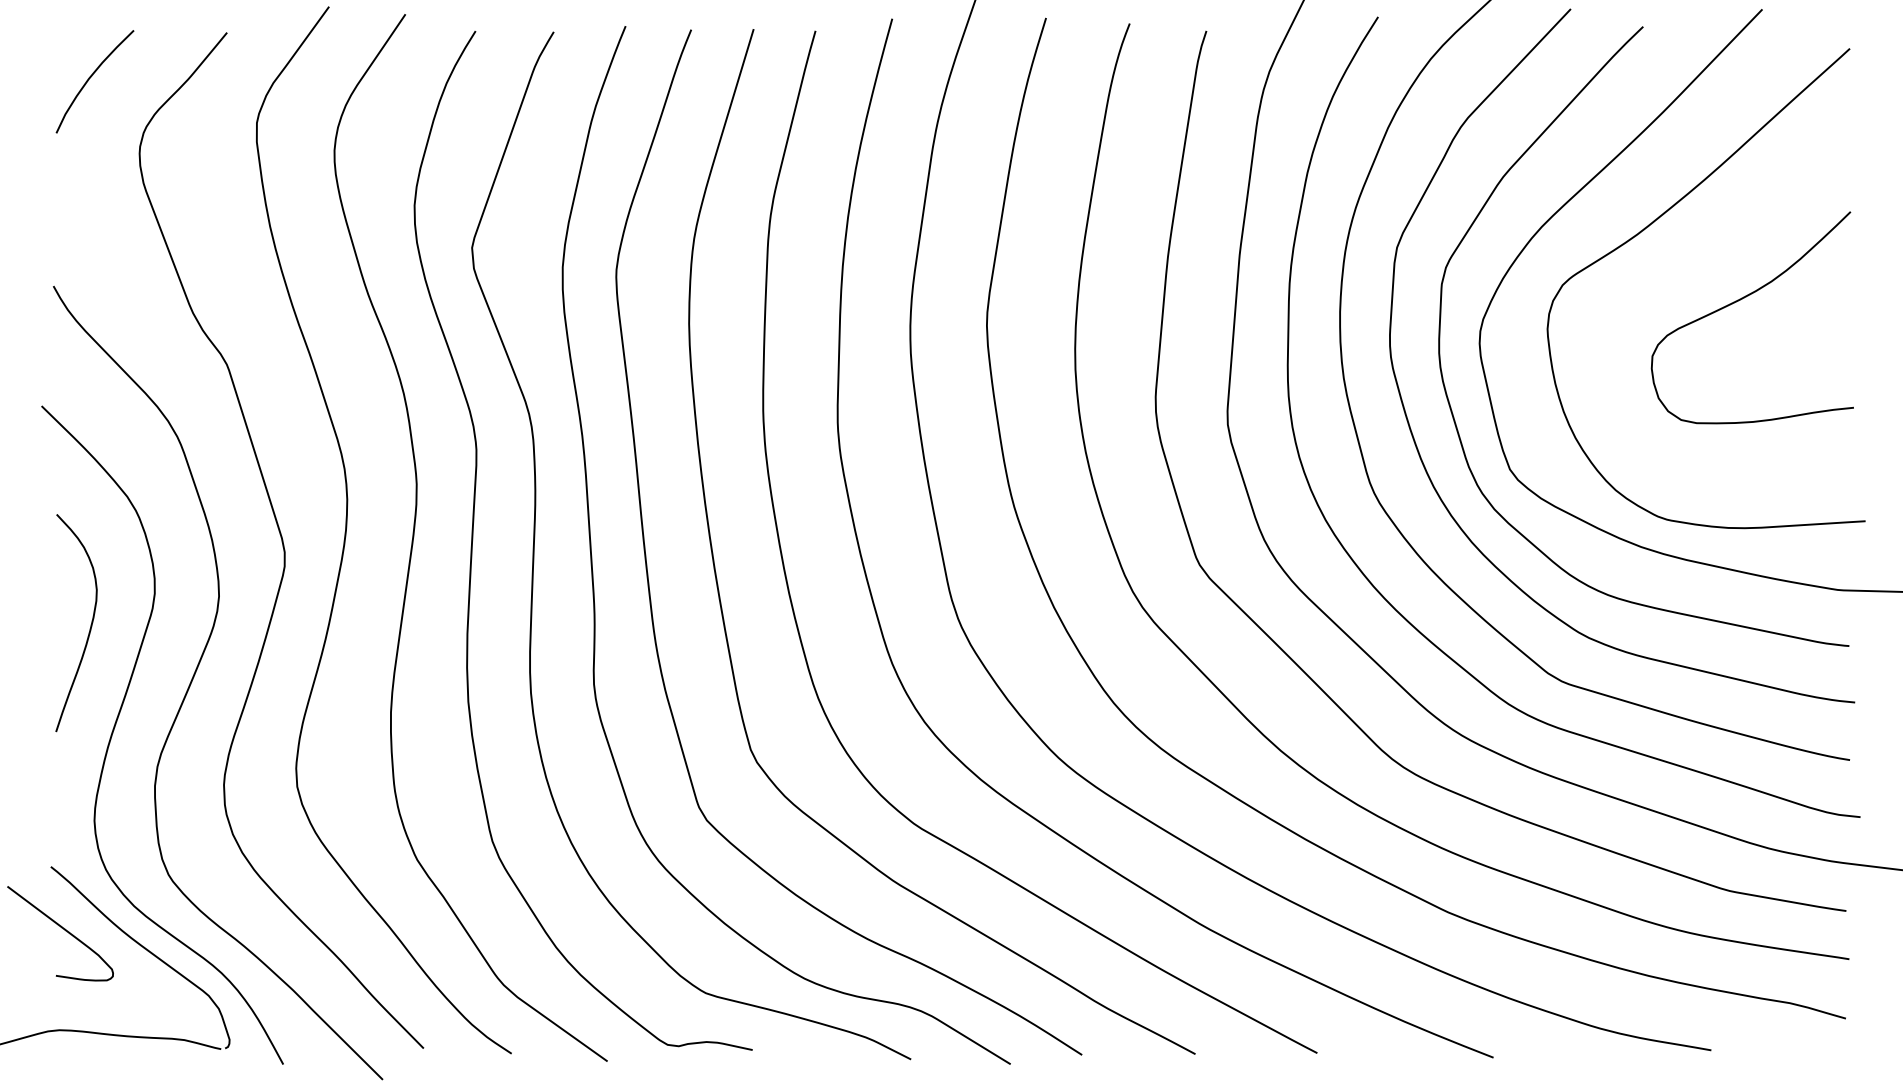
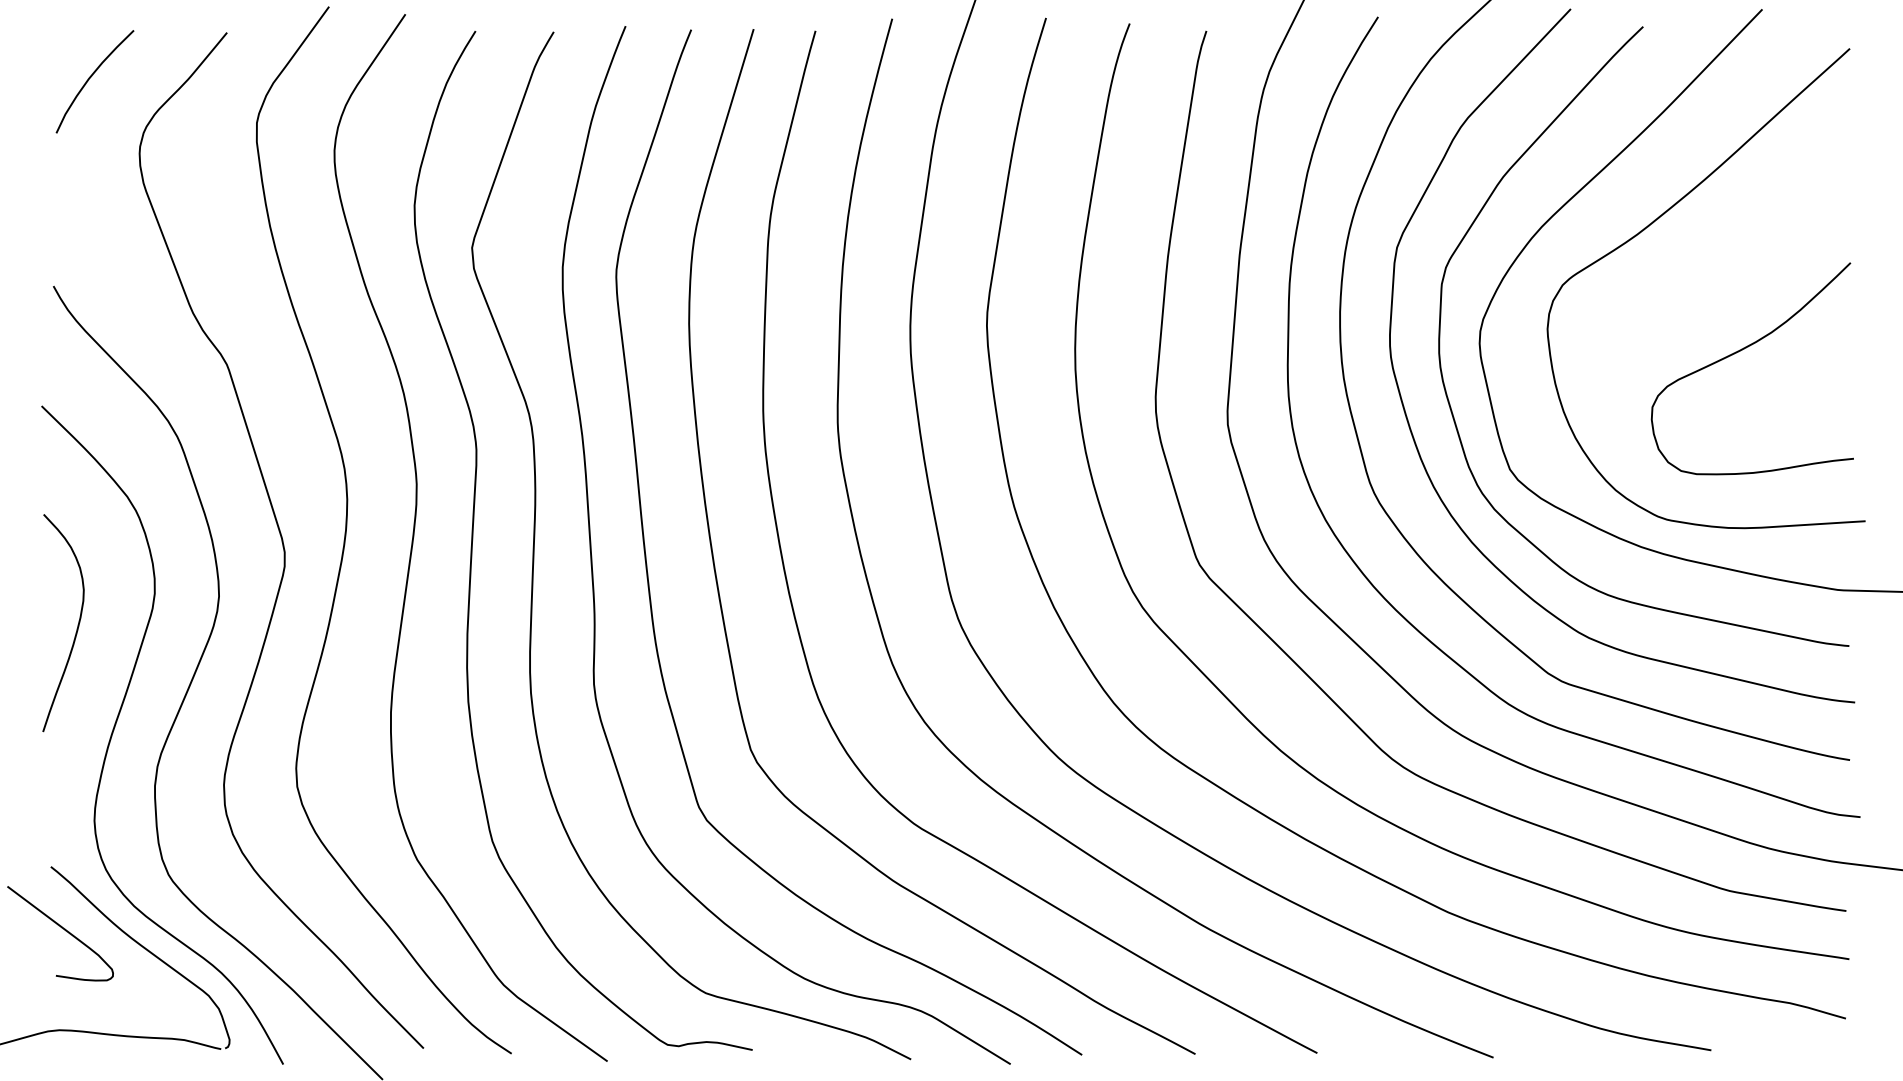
curve at (1742, 299) position: (1742, 299) -> (1742, 350)
curve at (89, 628) position: (89, 628) -> (76, 628)
